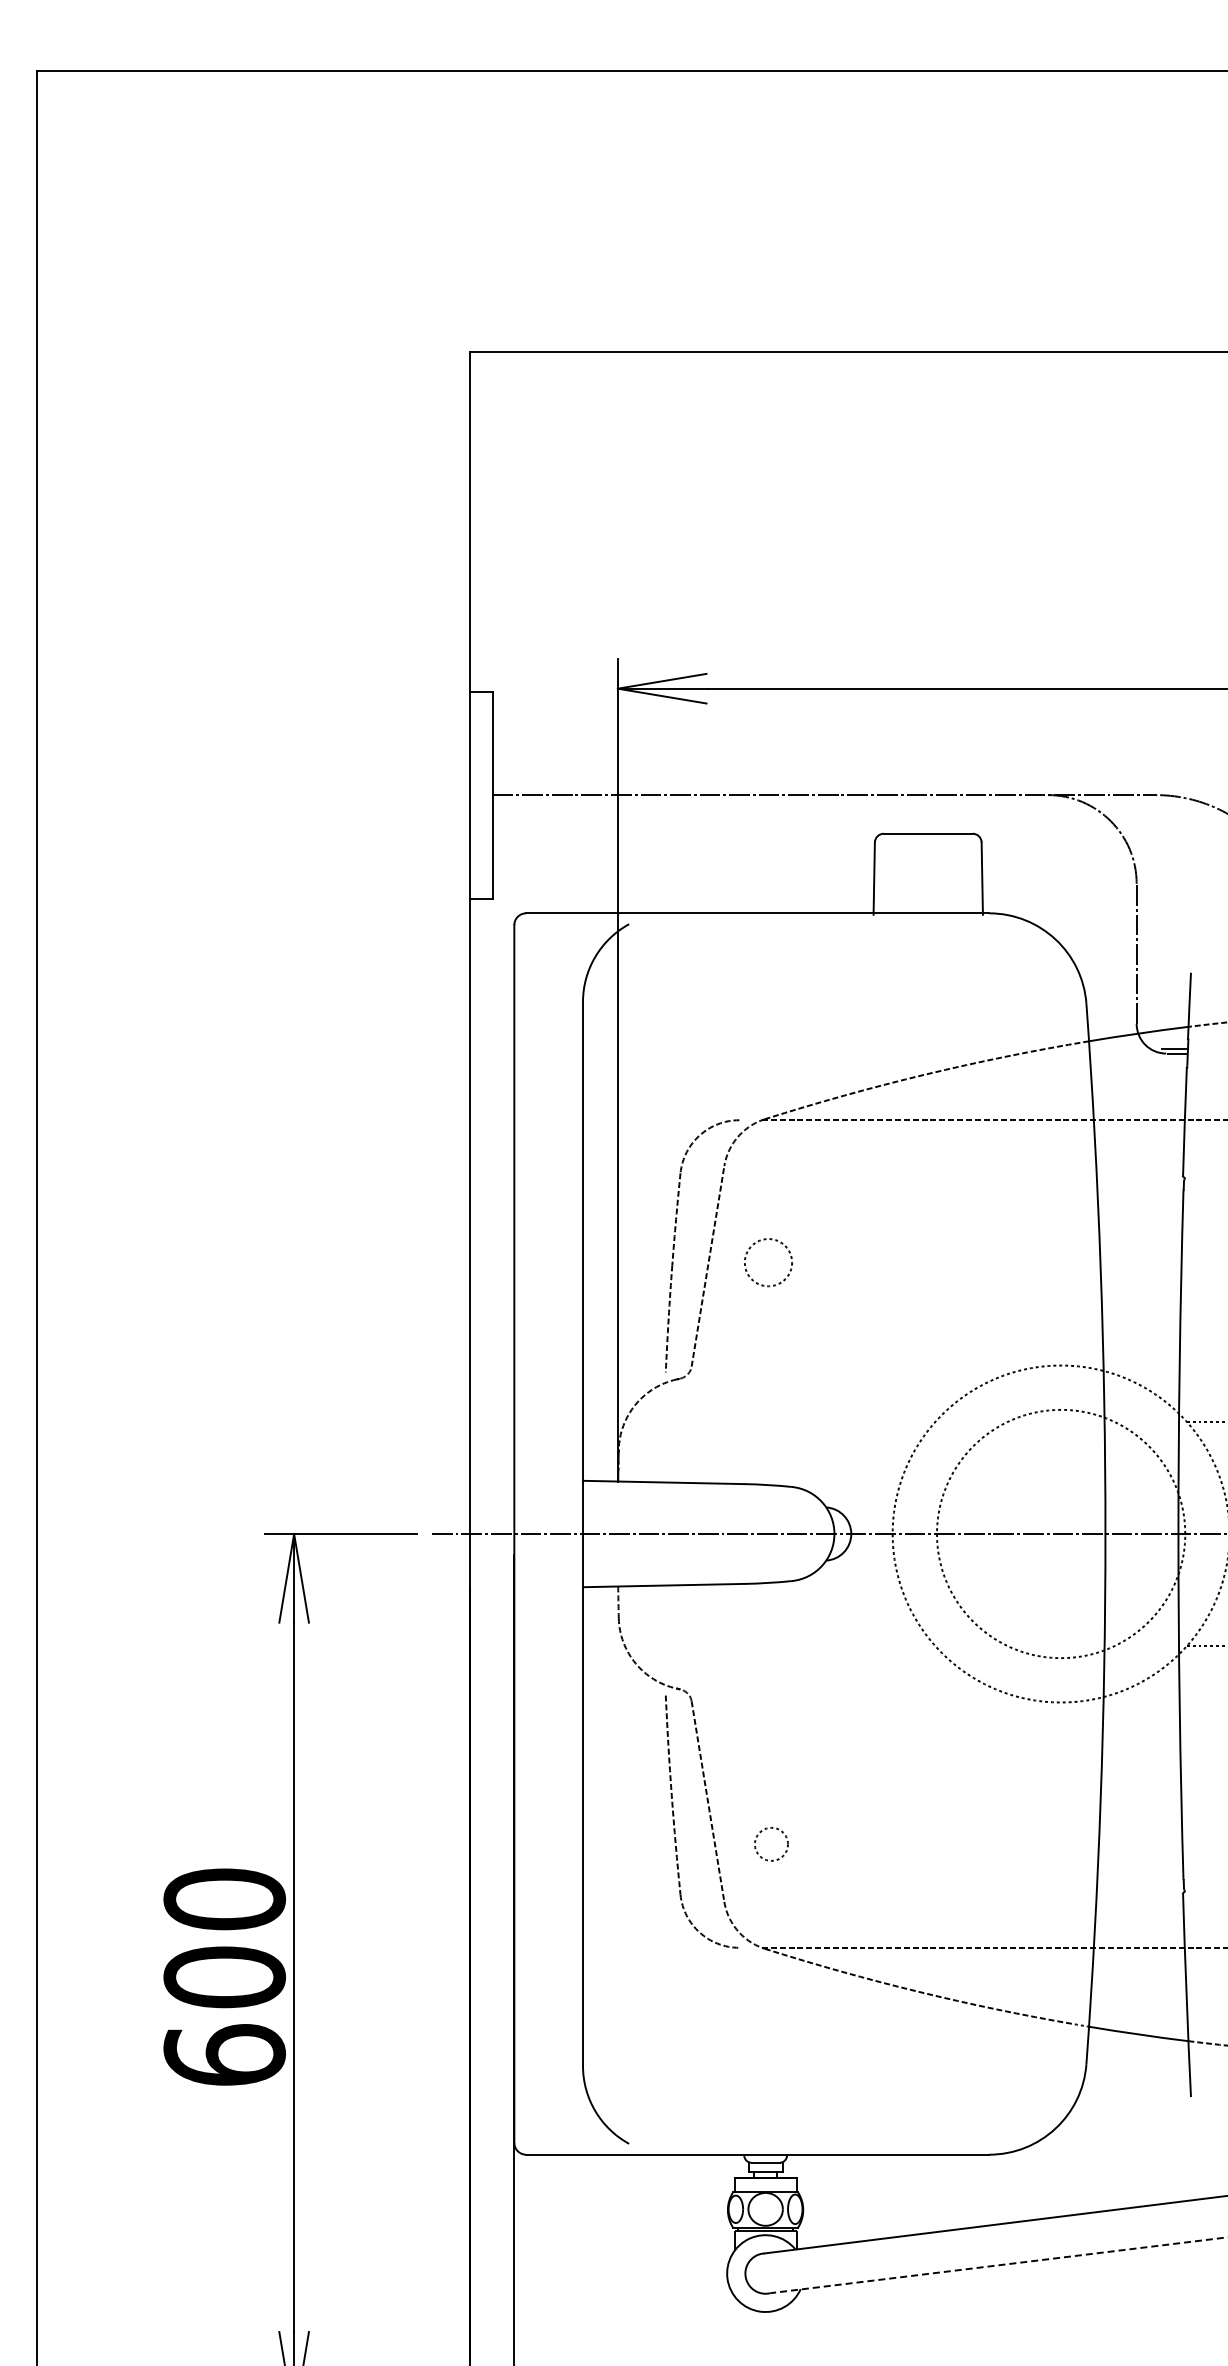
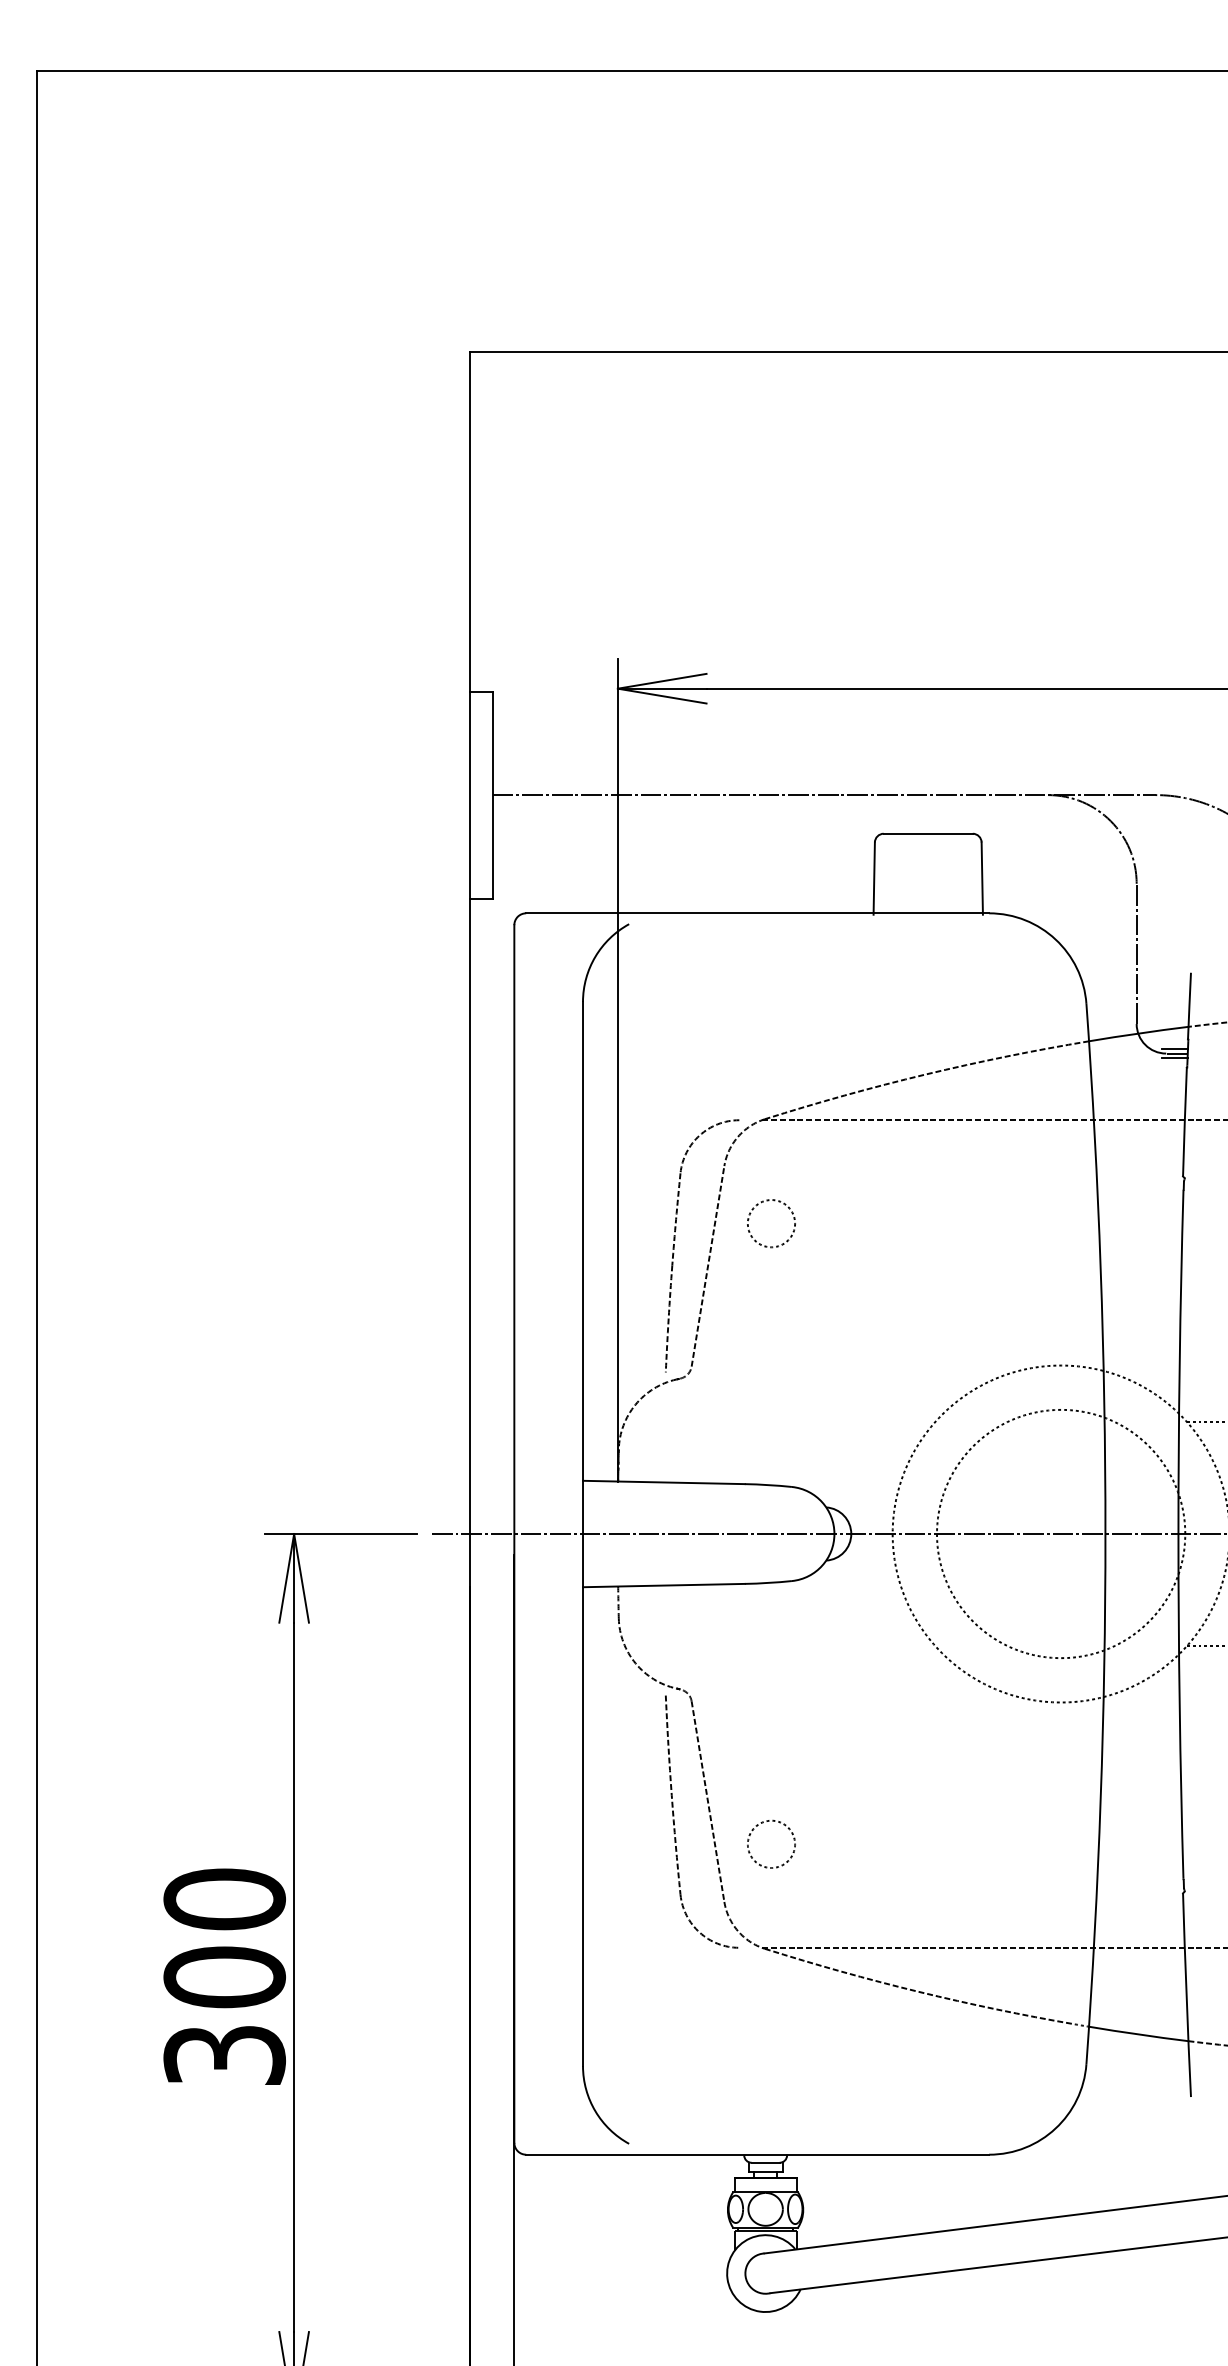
line at (1174, 1058): none -> present
circle at (768, 1262) position: (768, 1262) -> (771, 1223)
circle at (771, 1843) diameter: 33 px -> 47 px
text at (224, 2054): 600 -> 300
line at (998, 2265): dashed -> solid
